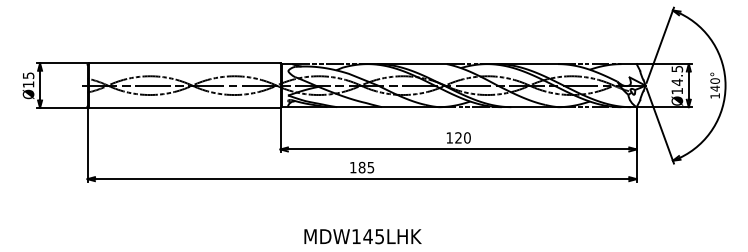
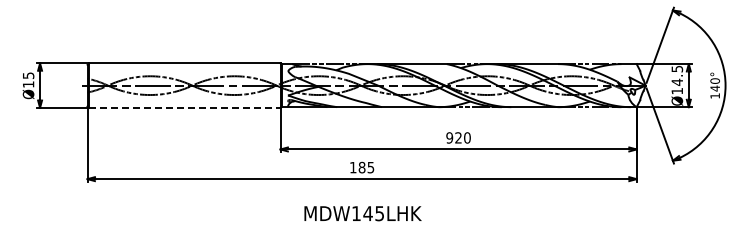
line at (184, 107): solid -> dashed
text at (449, 137): 120 -> 920
text at (362, 236) position: (362, 236) -> (362, 213)
